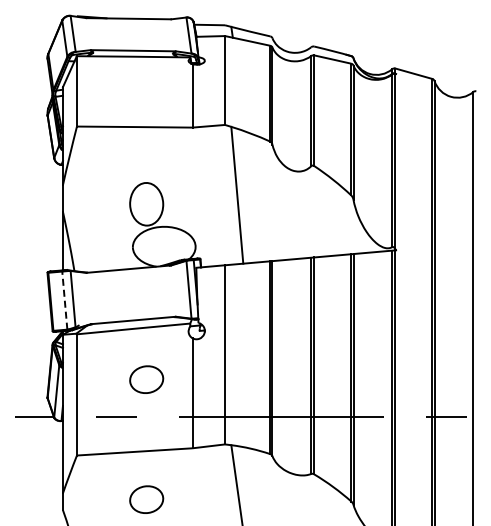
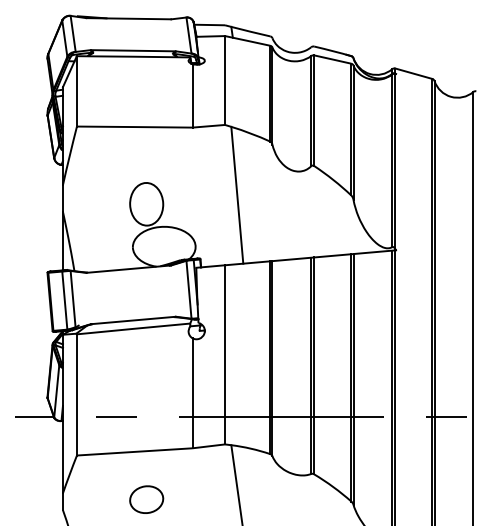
line at (64, 300): dashed -> solid
part at (146, 379): present -> none
